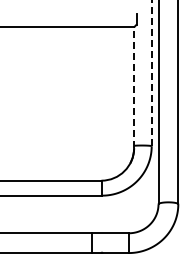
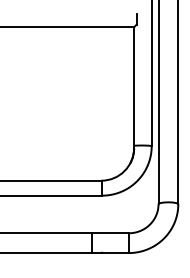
line at (151, 73): dashed -> solid
line at (134, 87): dashed -> solid
